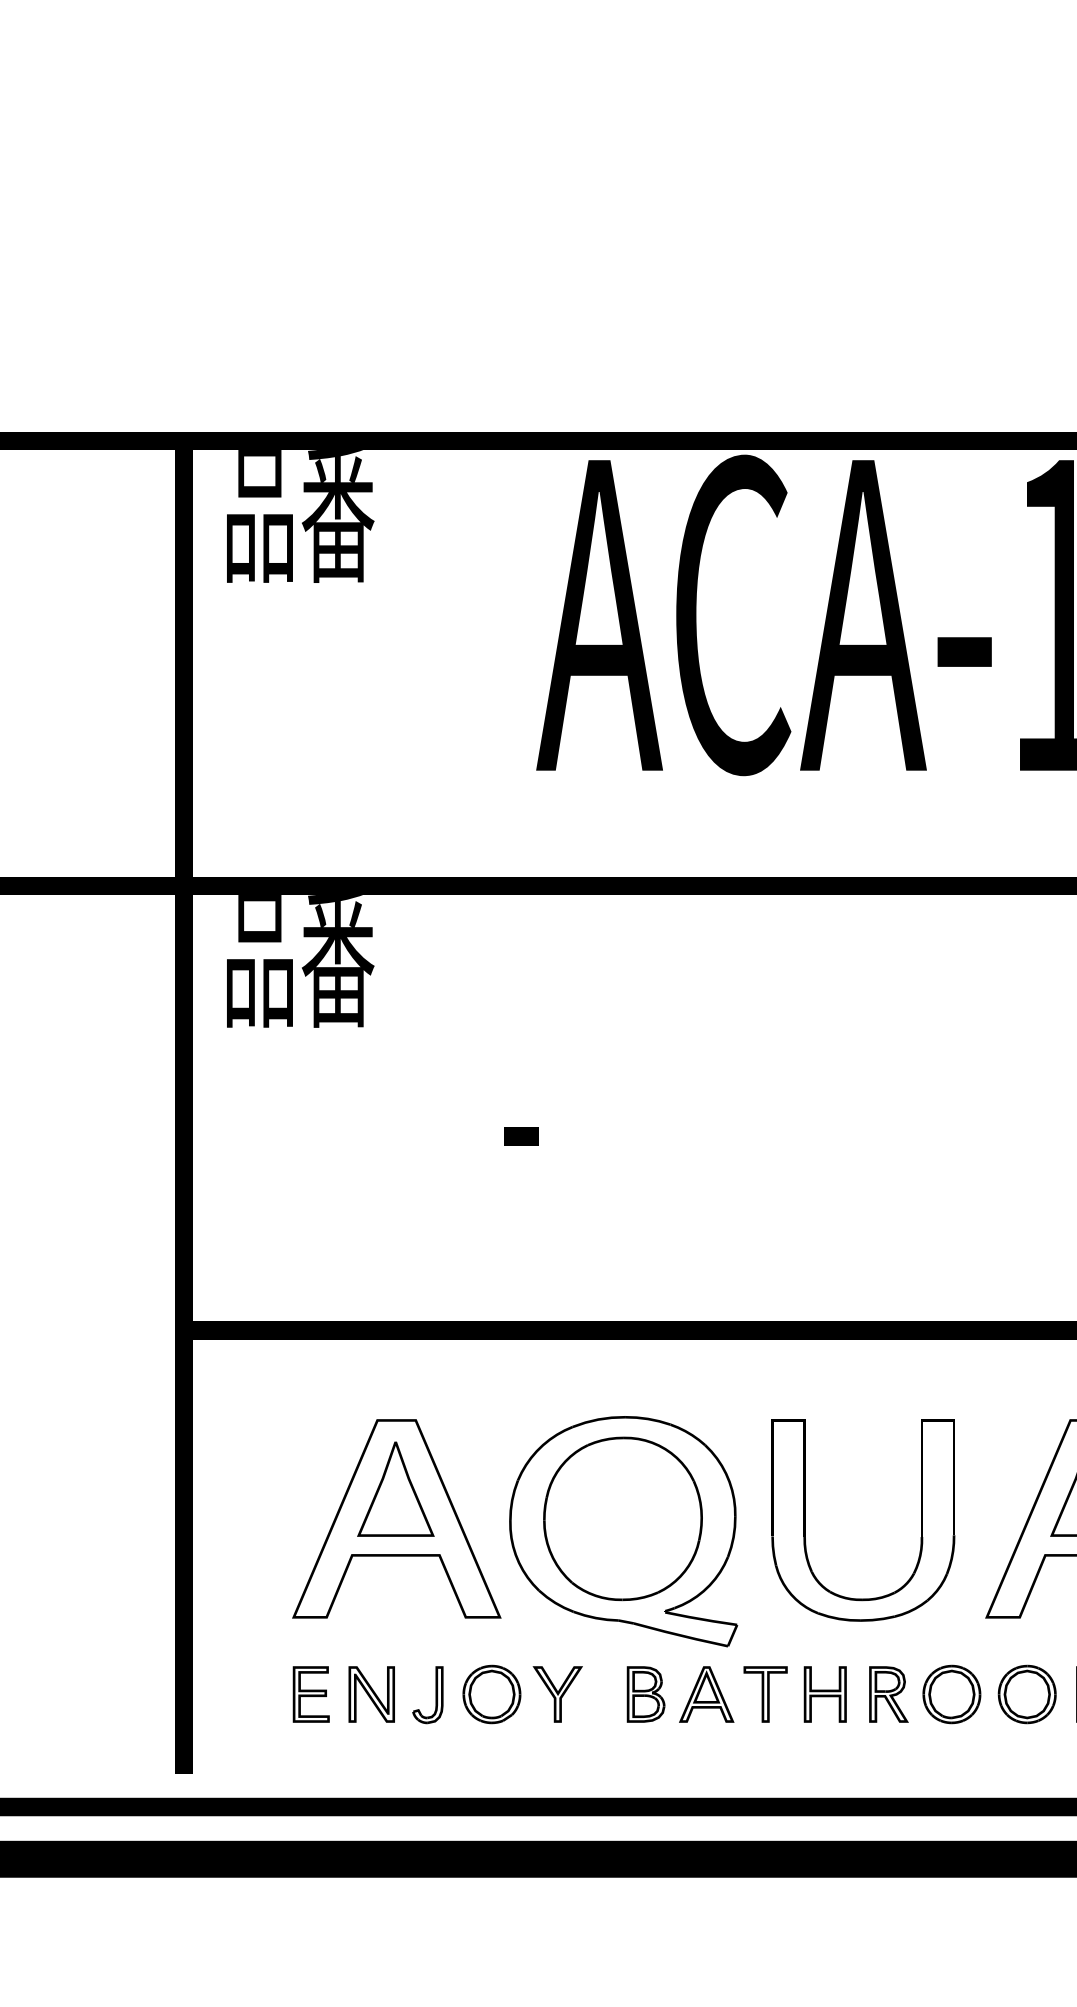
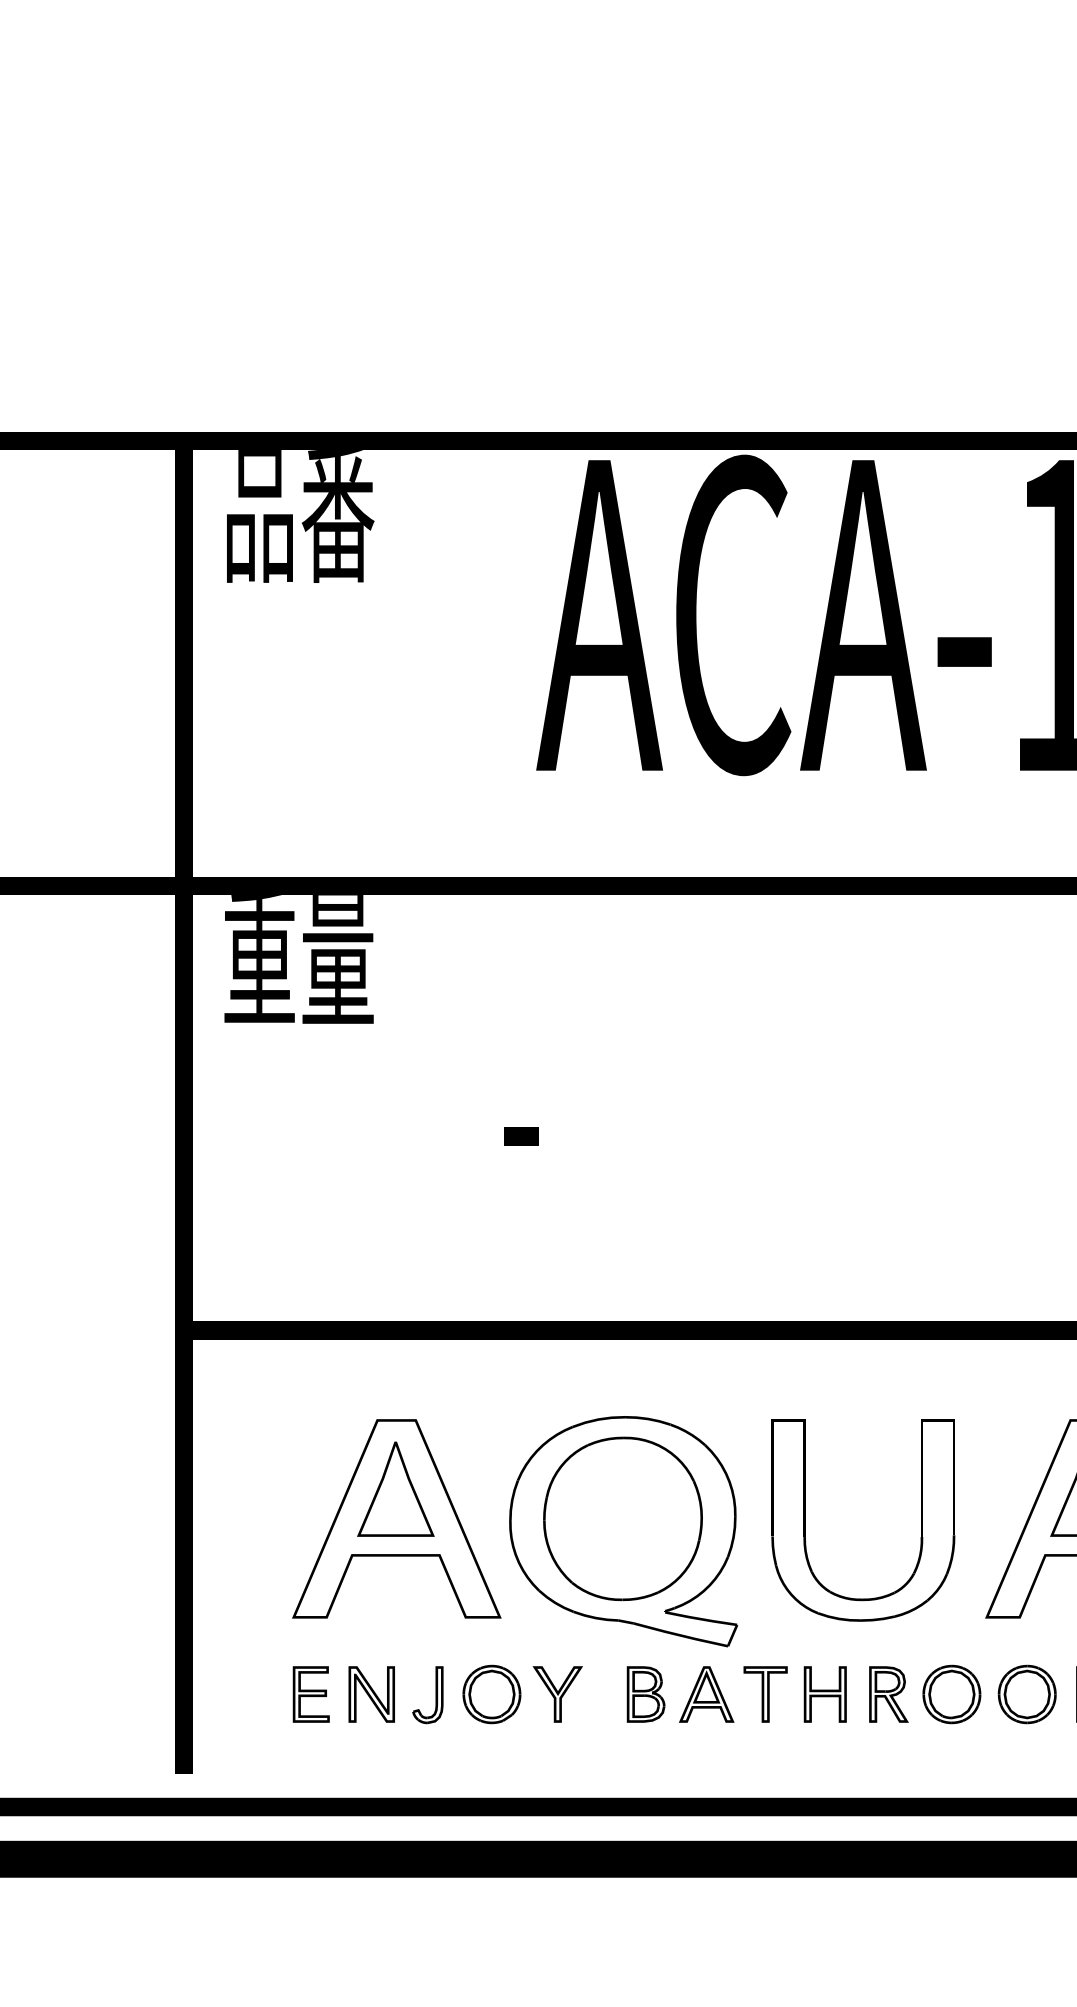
text at (299, 961): 品番 -> 重量
